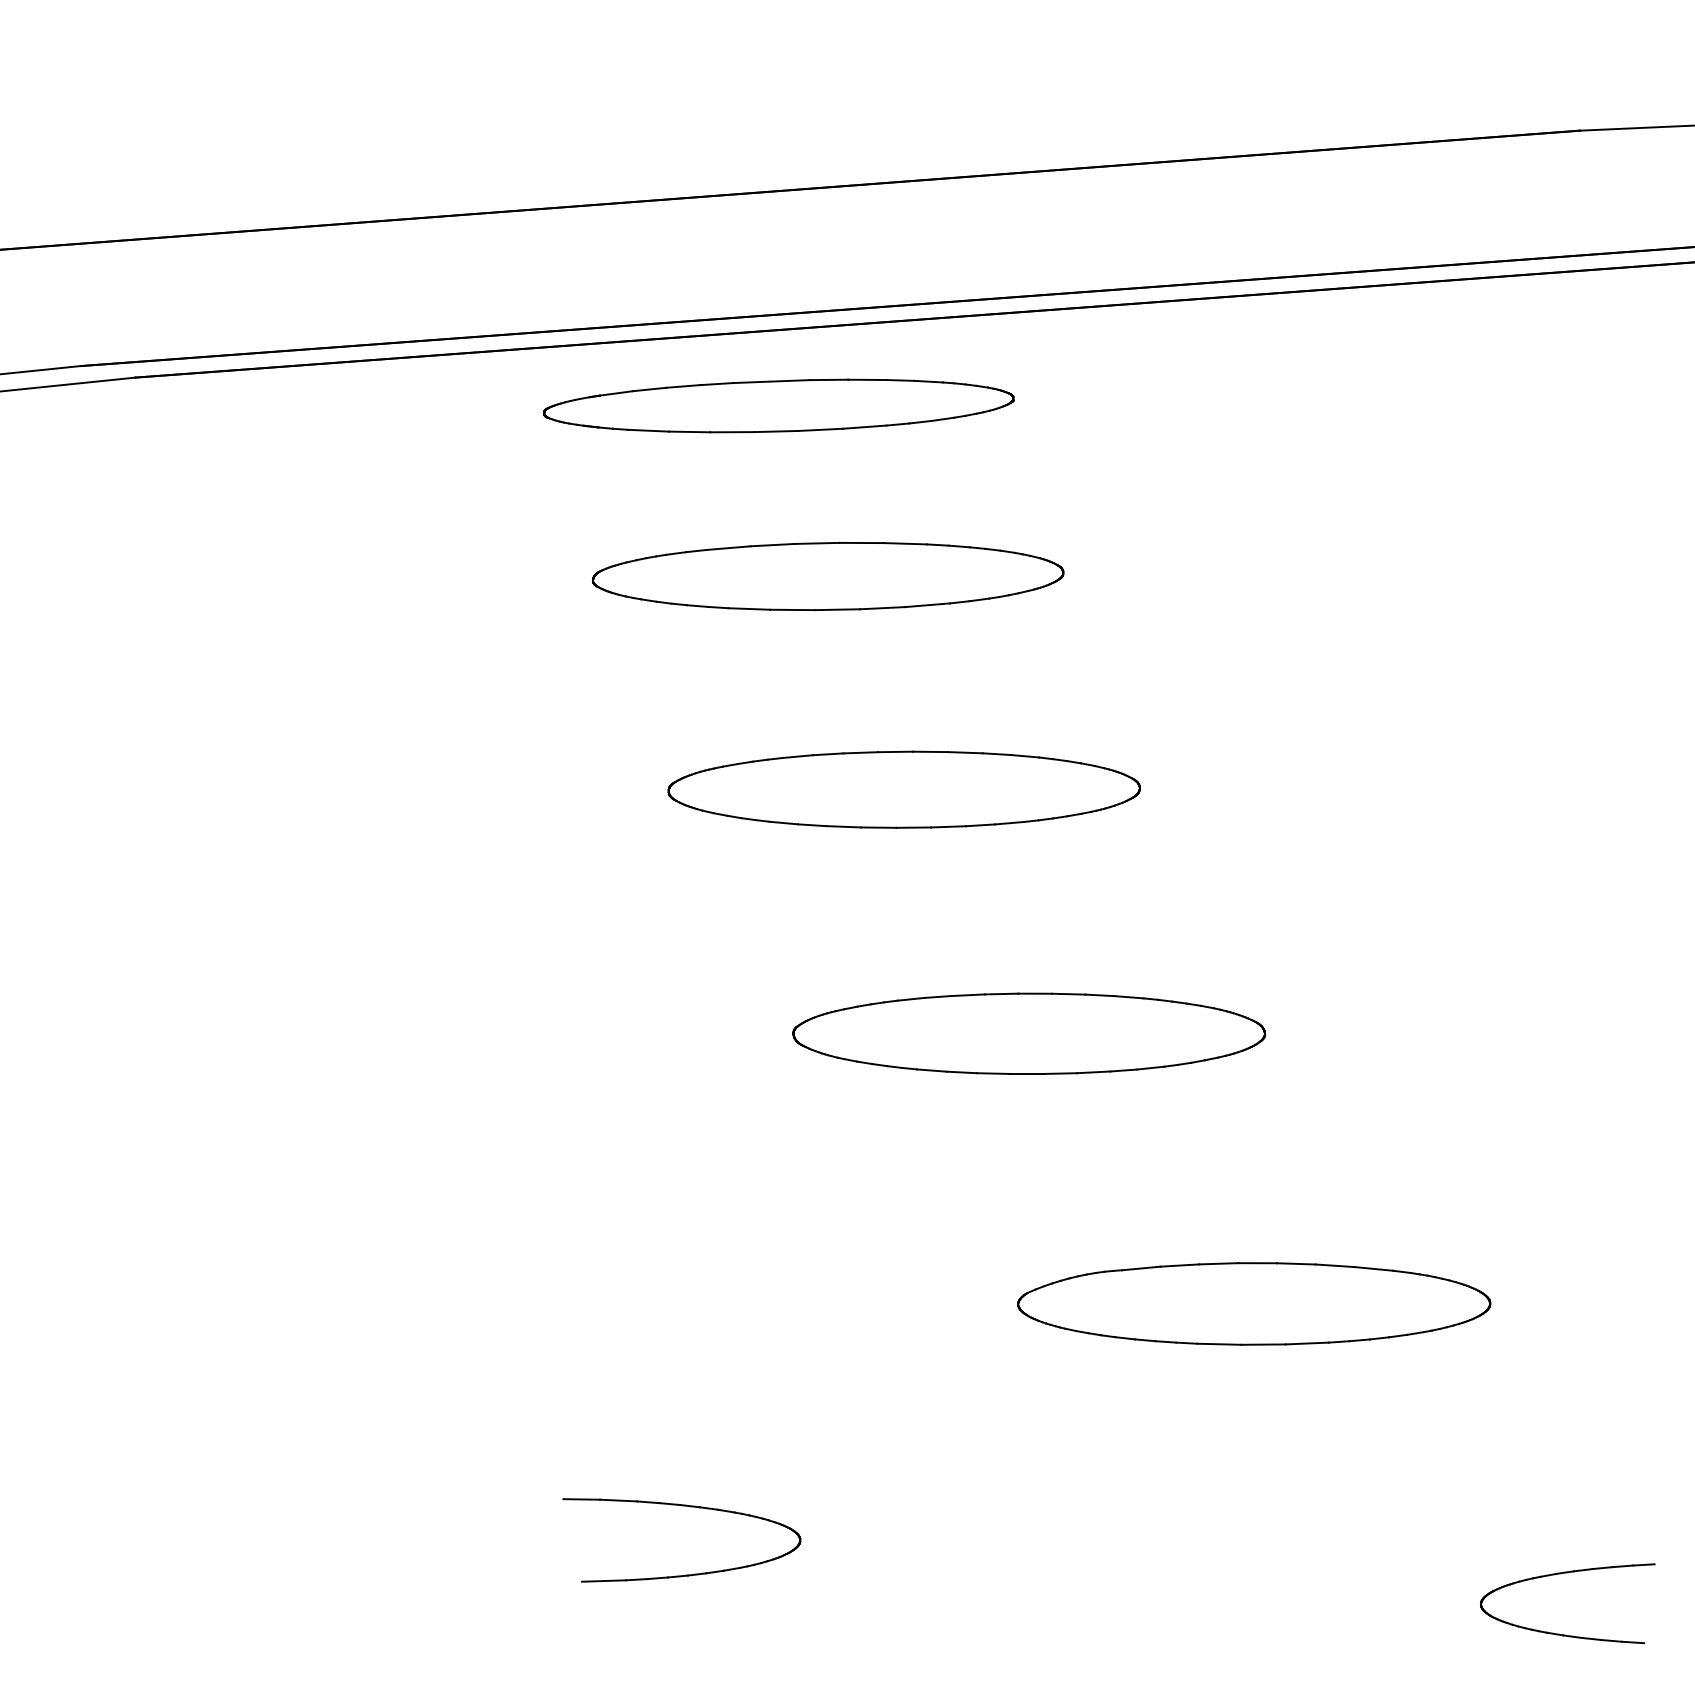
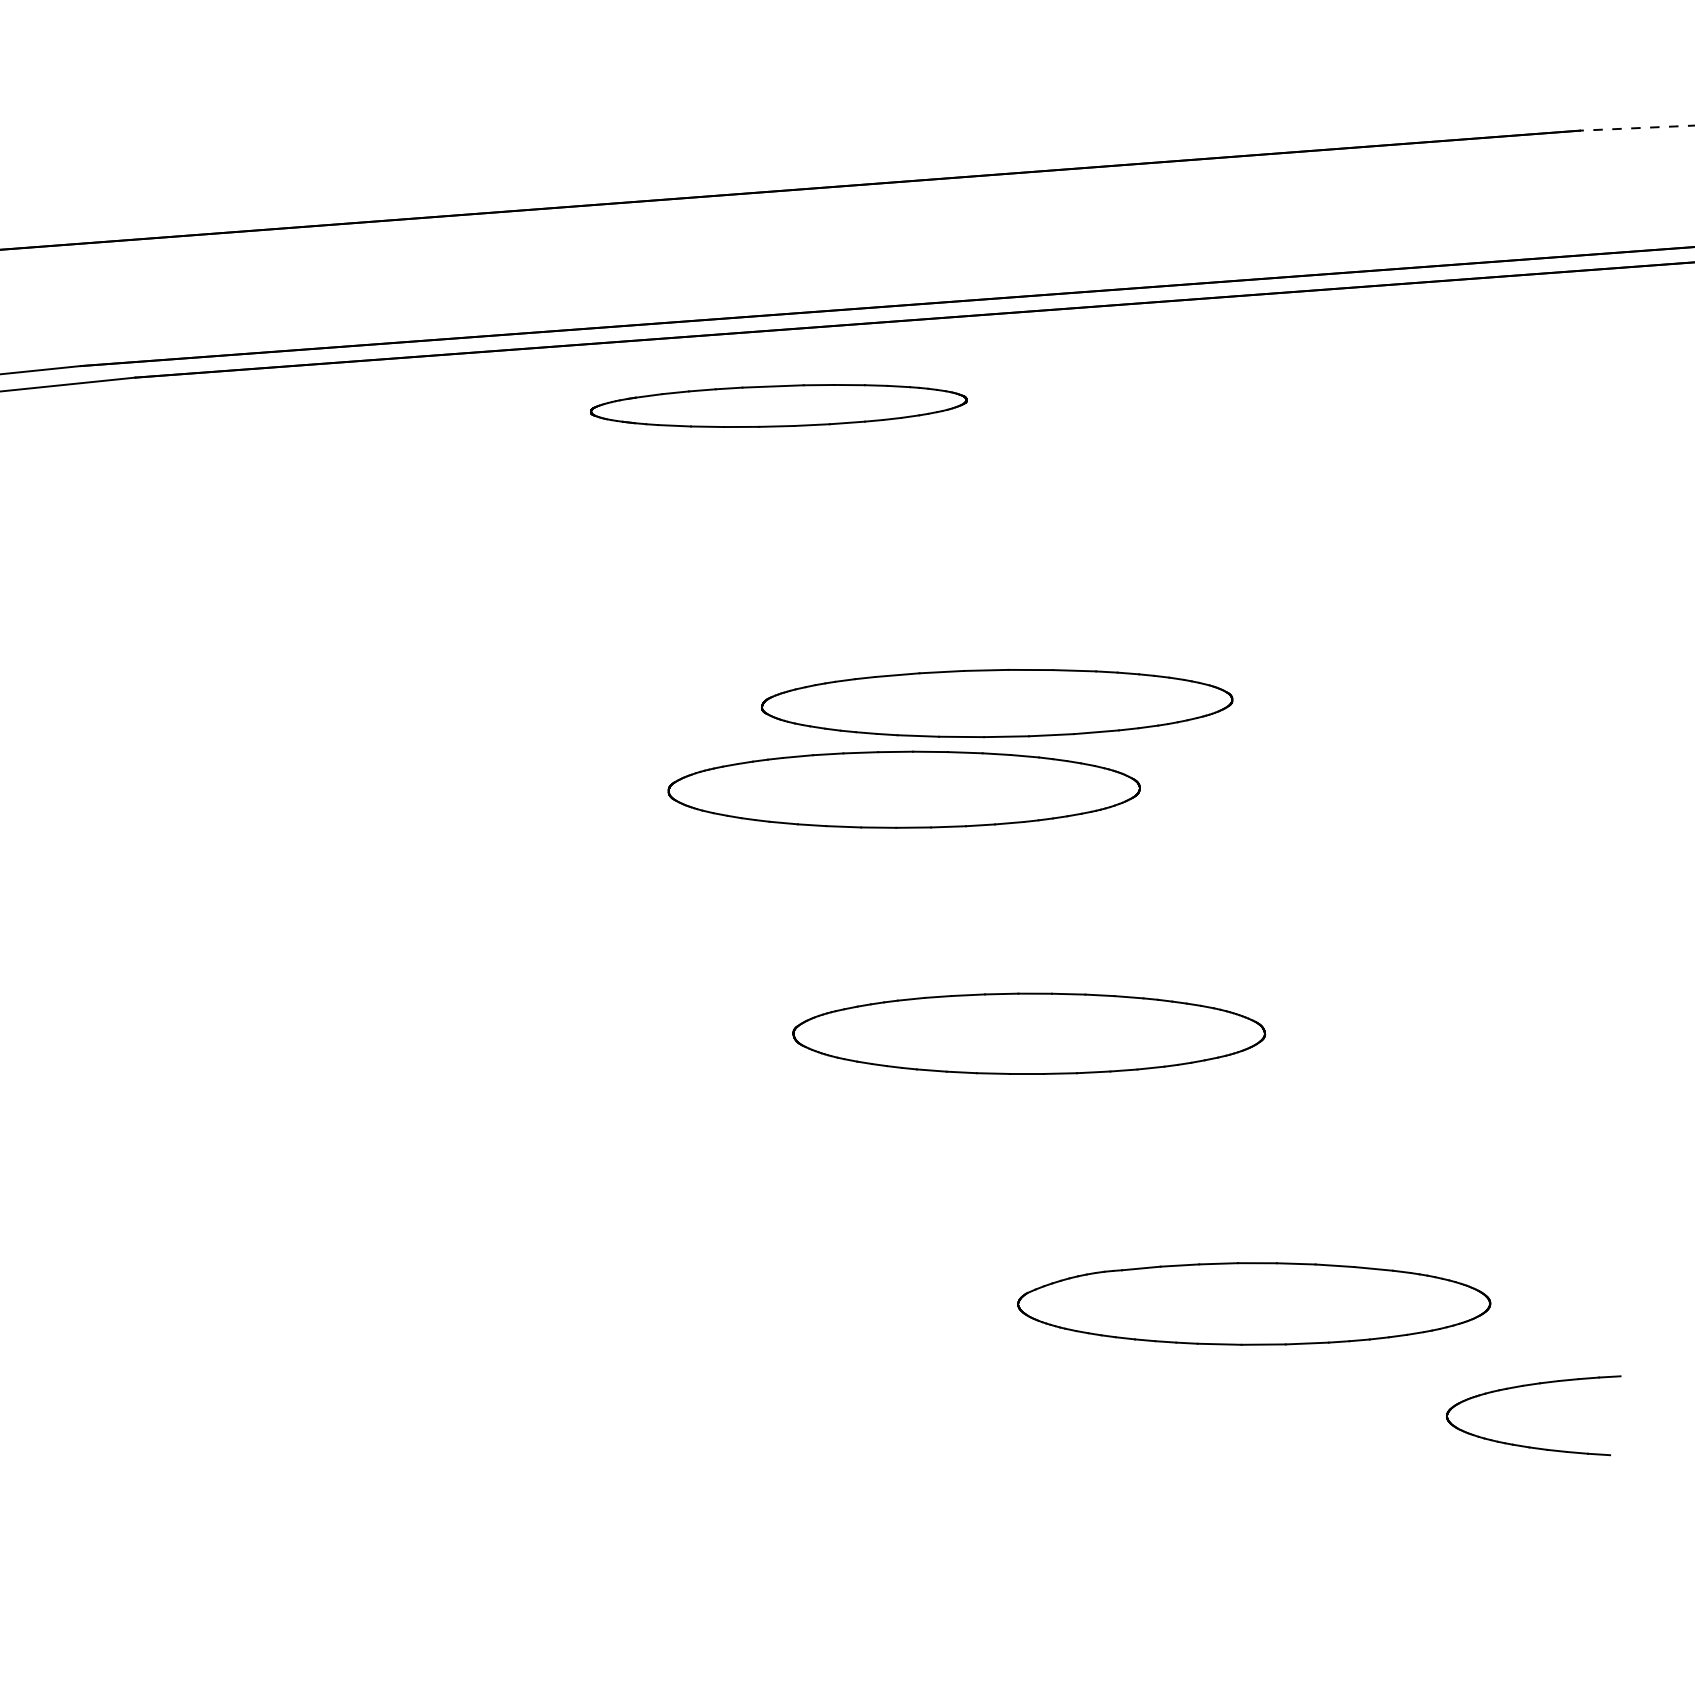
line at (1636, 128): solid -> dashed
part at (778, 405) size: 472x56 px -> 378x44 px
part at (828, 576) position: (828, 576) -> (997, 703)
part at (681, 1506): present -> none
part at (1561, 1574) position: (1561, 1574) -> (1527, 1386)
